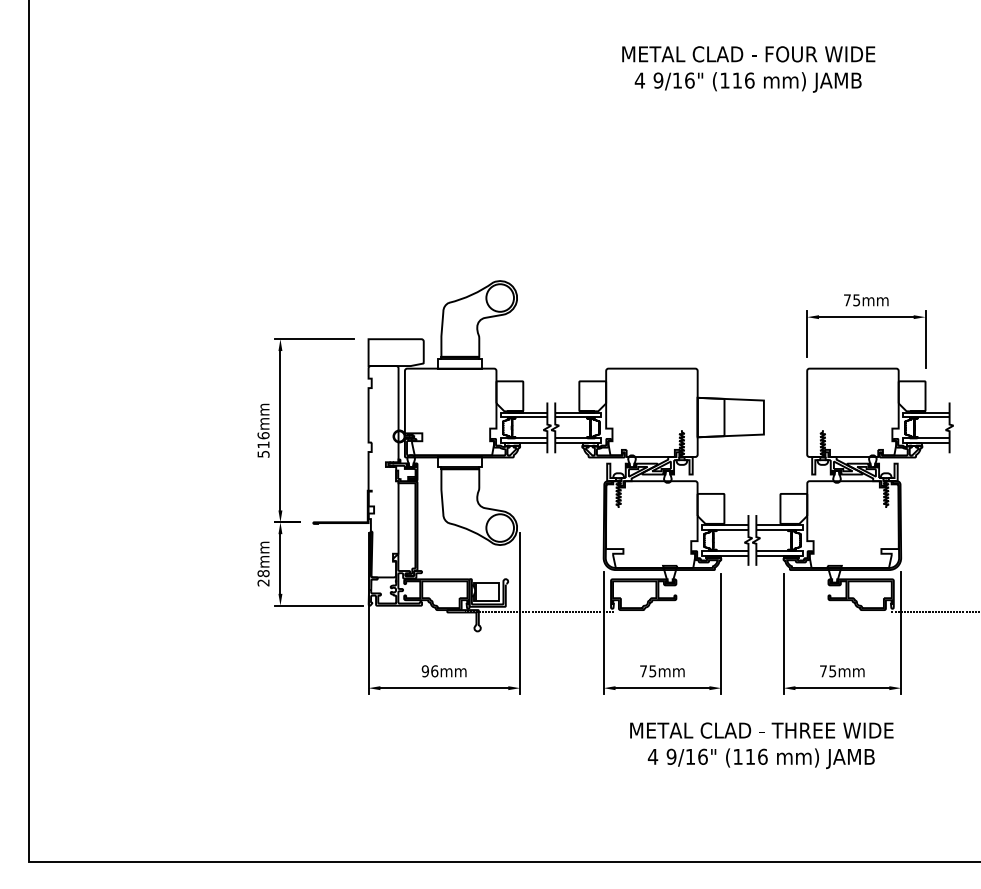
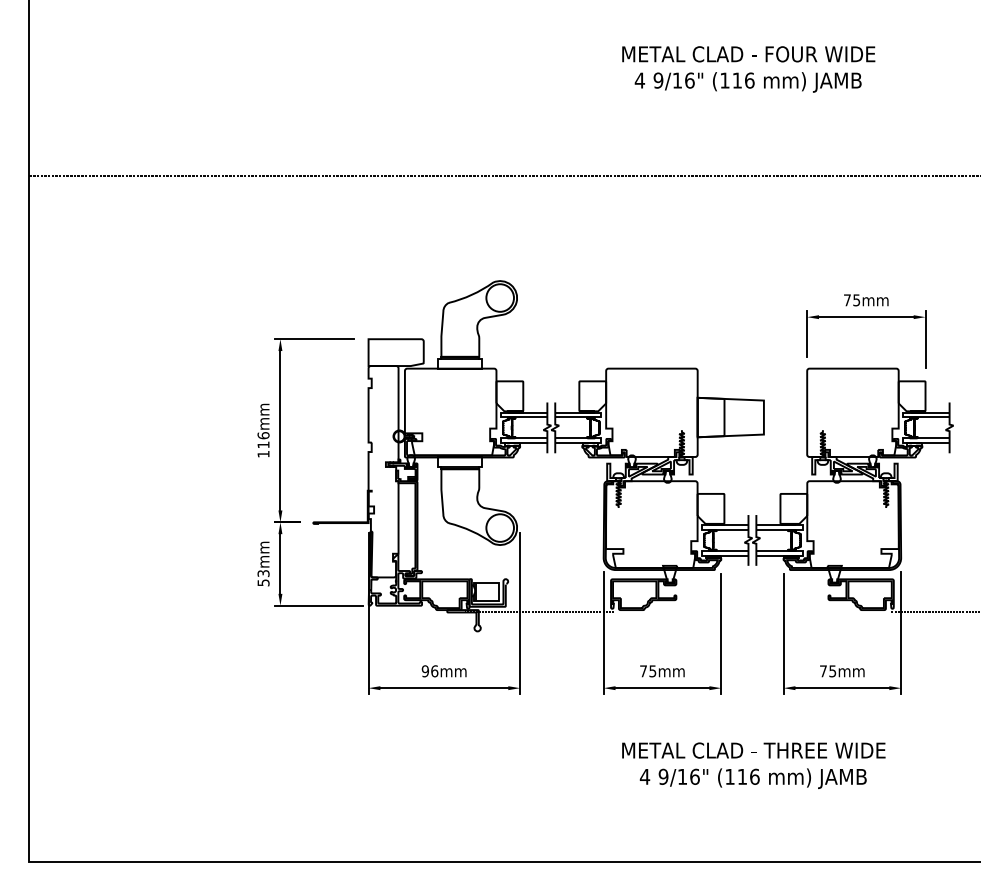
line at (503, 175): none -> present
text at (263, 454): 516mm -> 116mm
text at (263, 578): 28mm -> 53mm
text at (761, 745) position: (761, 745) -> (753, 765)
